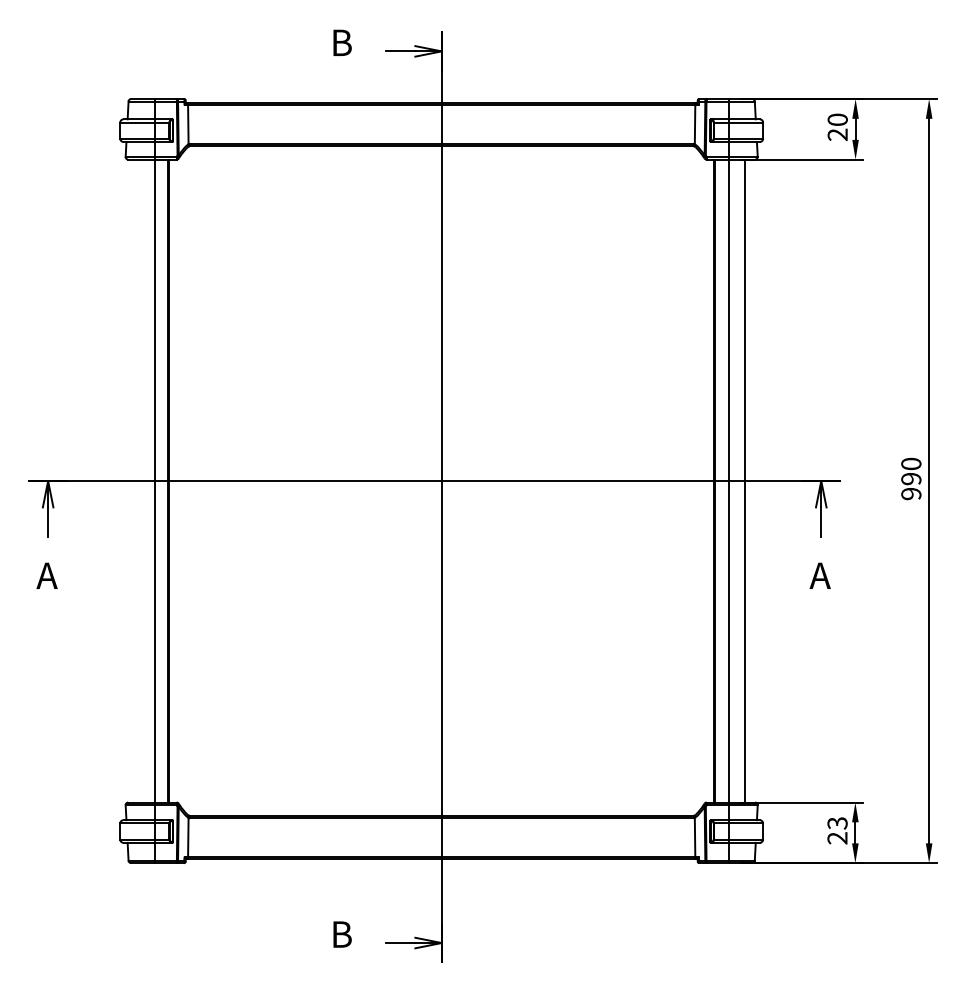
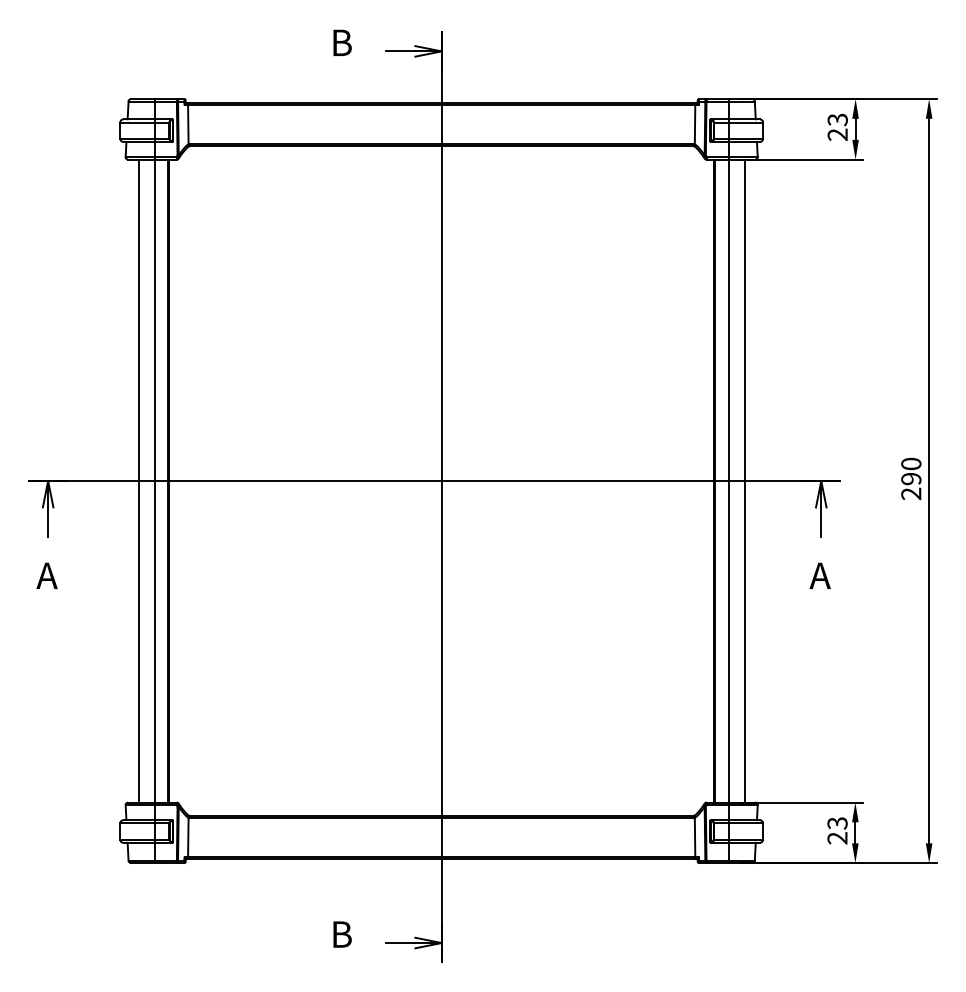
text at (837, 119): 20 -> 23
line at (138, 480): none -> present
text at (911, 493): 990 -> 290
